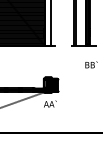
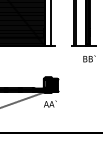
text at (91, 64) position: (91, 64) -> (89, 58)
